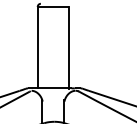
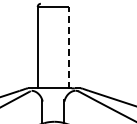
line at (69, 47): solid -> dashed
